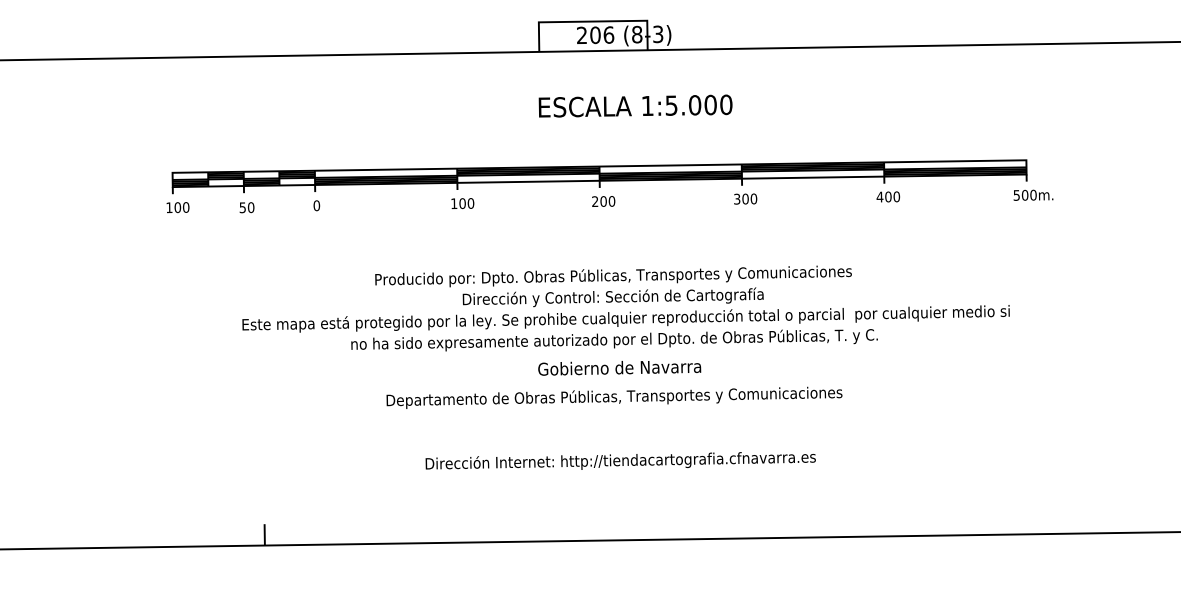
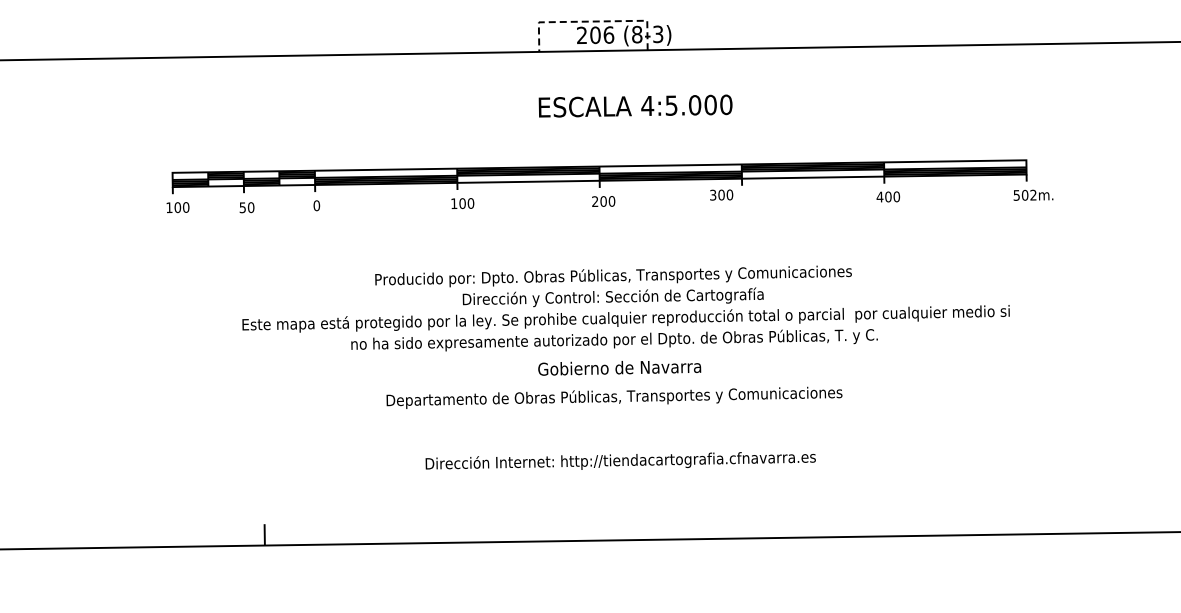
line at (592, 21): solid -> dashed
text at (647, 105): 1:5.000 -> 4:5.000
text at (1033, 194): 500m. -> 502m.
text at (745, 198) position: (745, 198) -> (721, 194)
